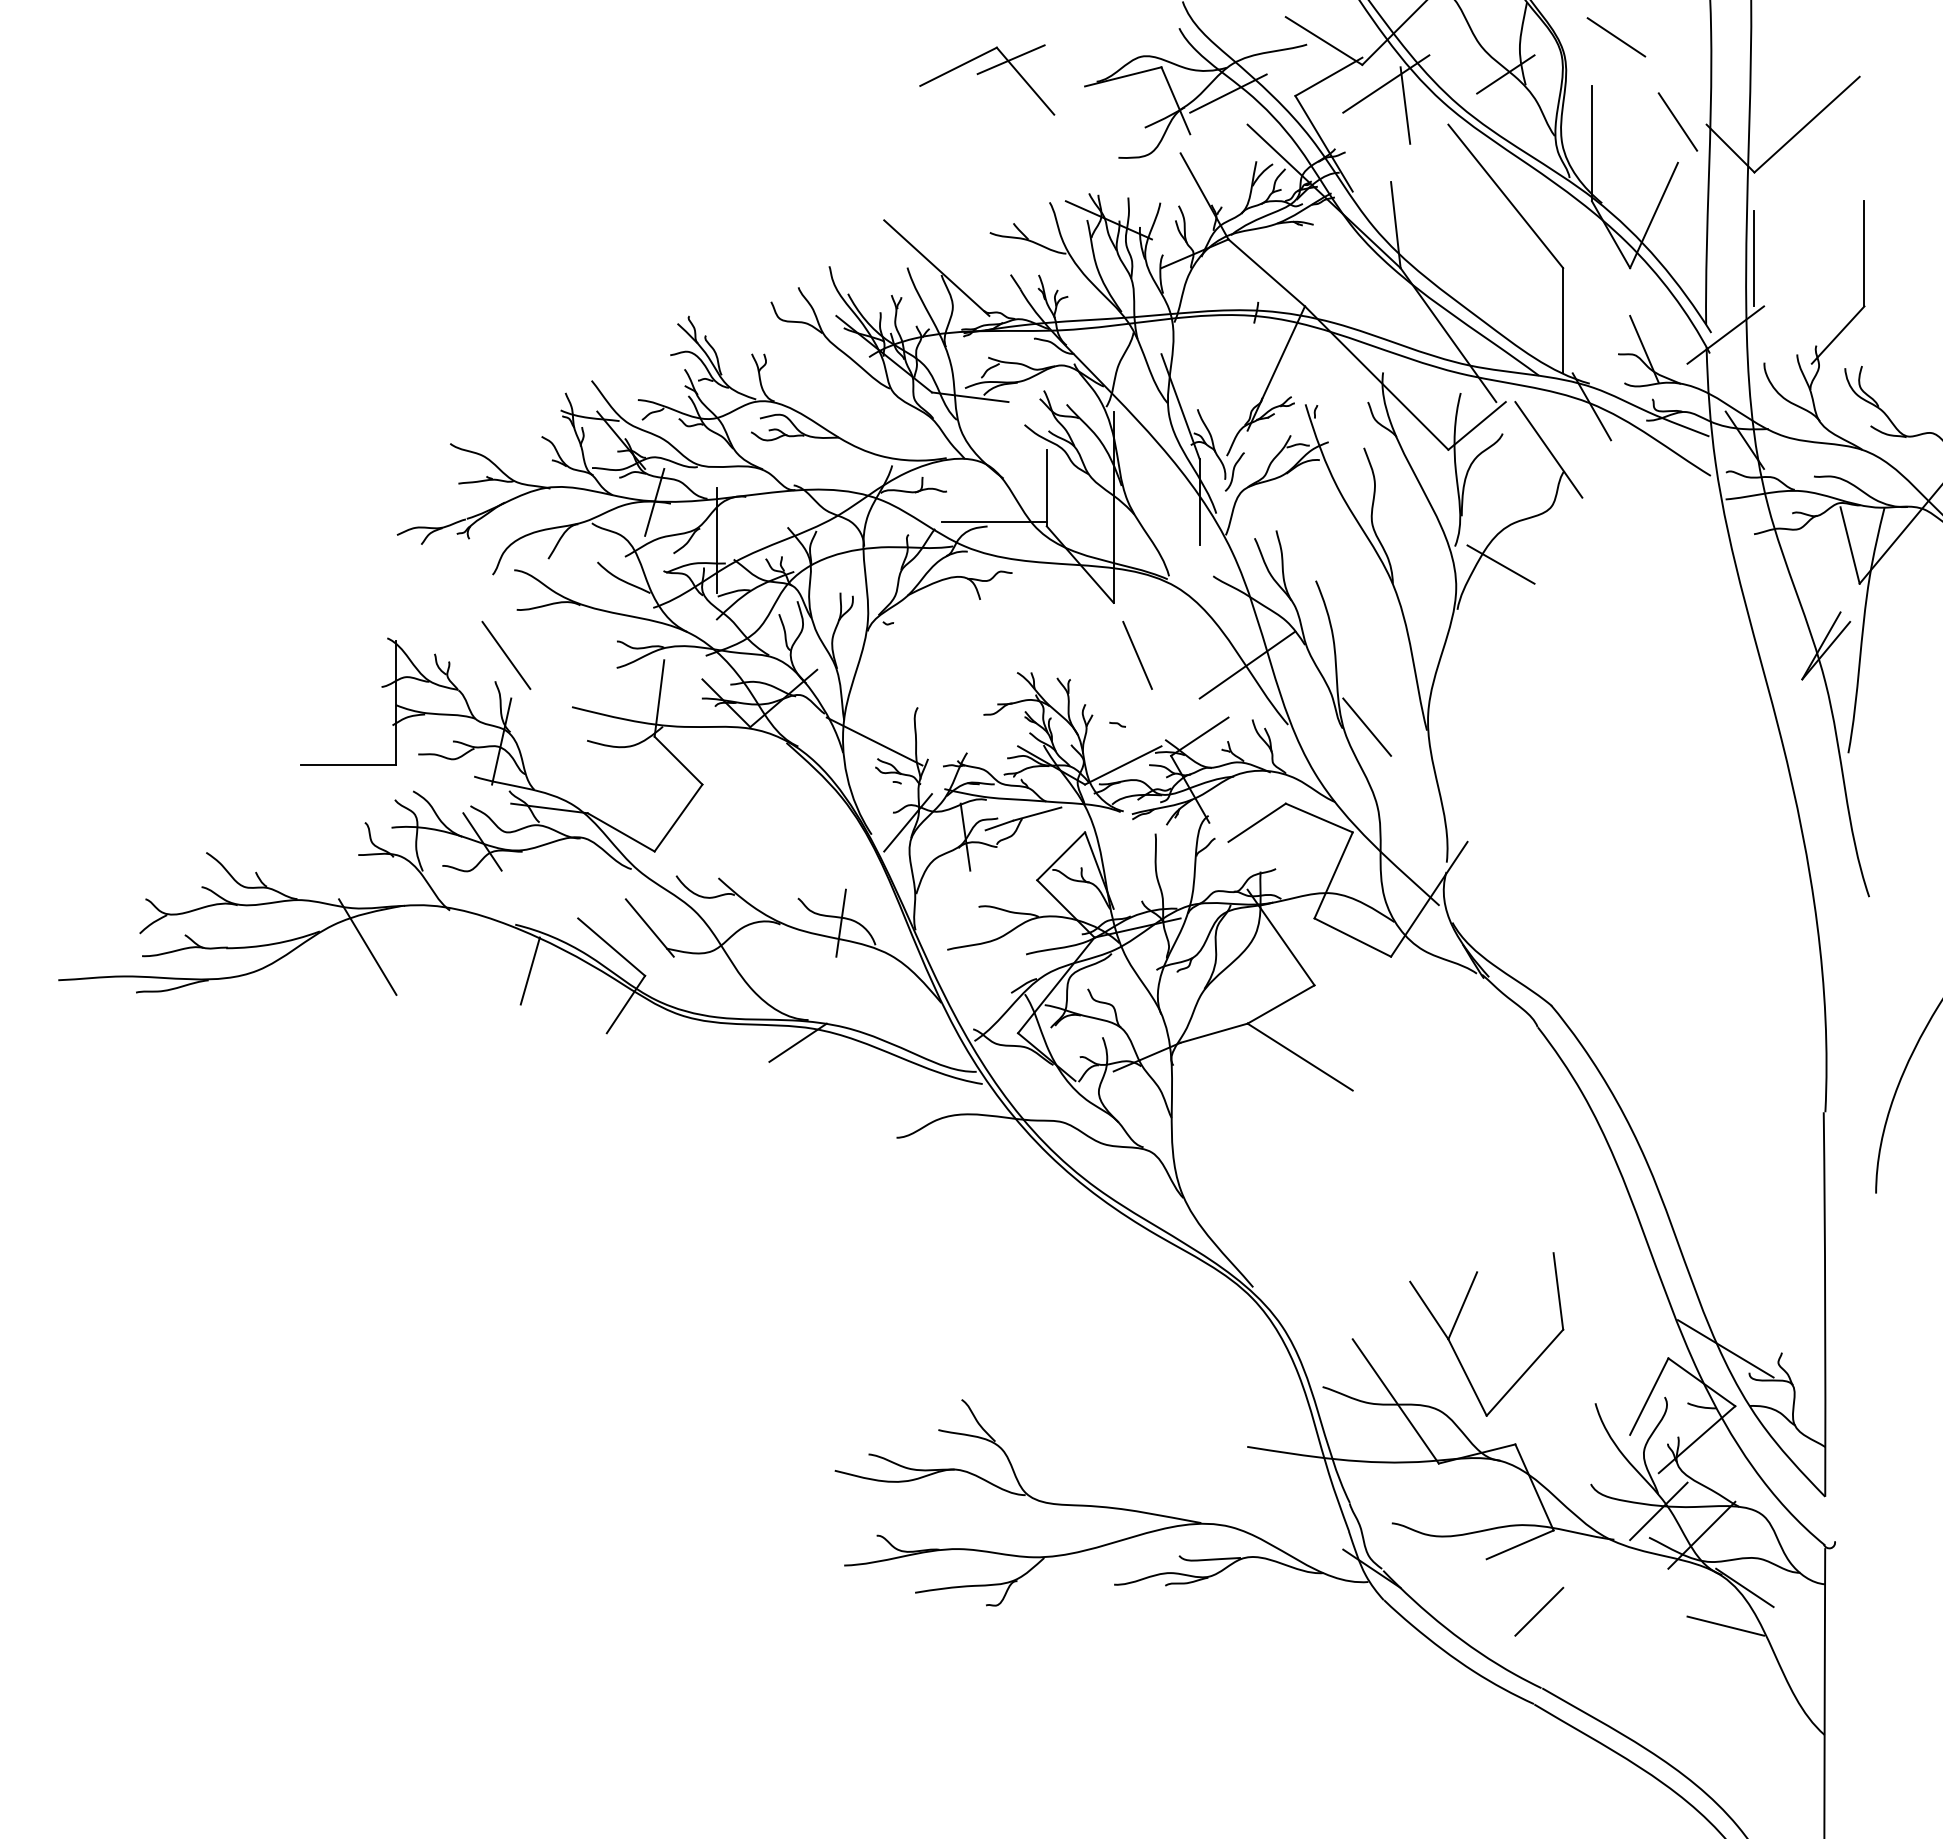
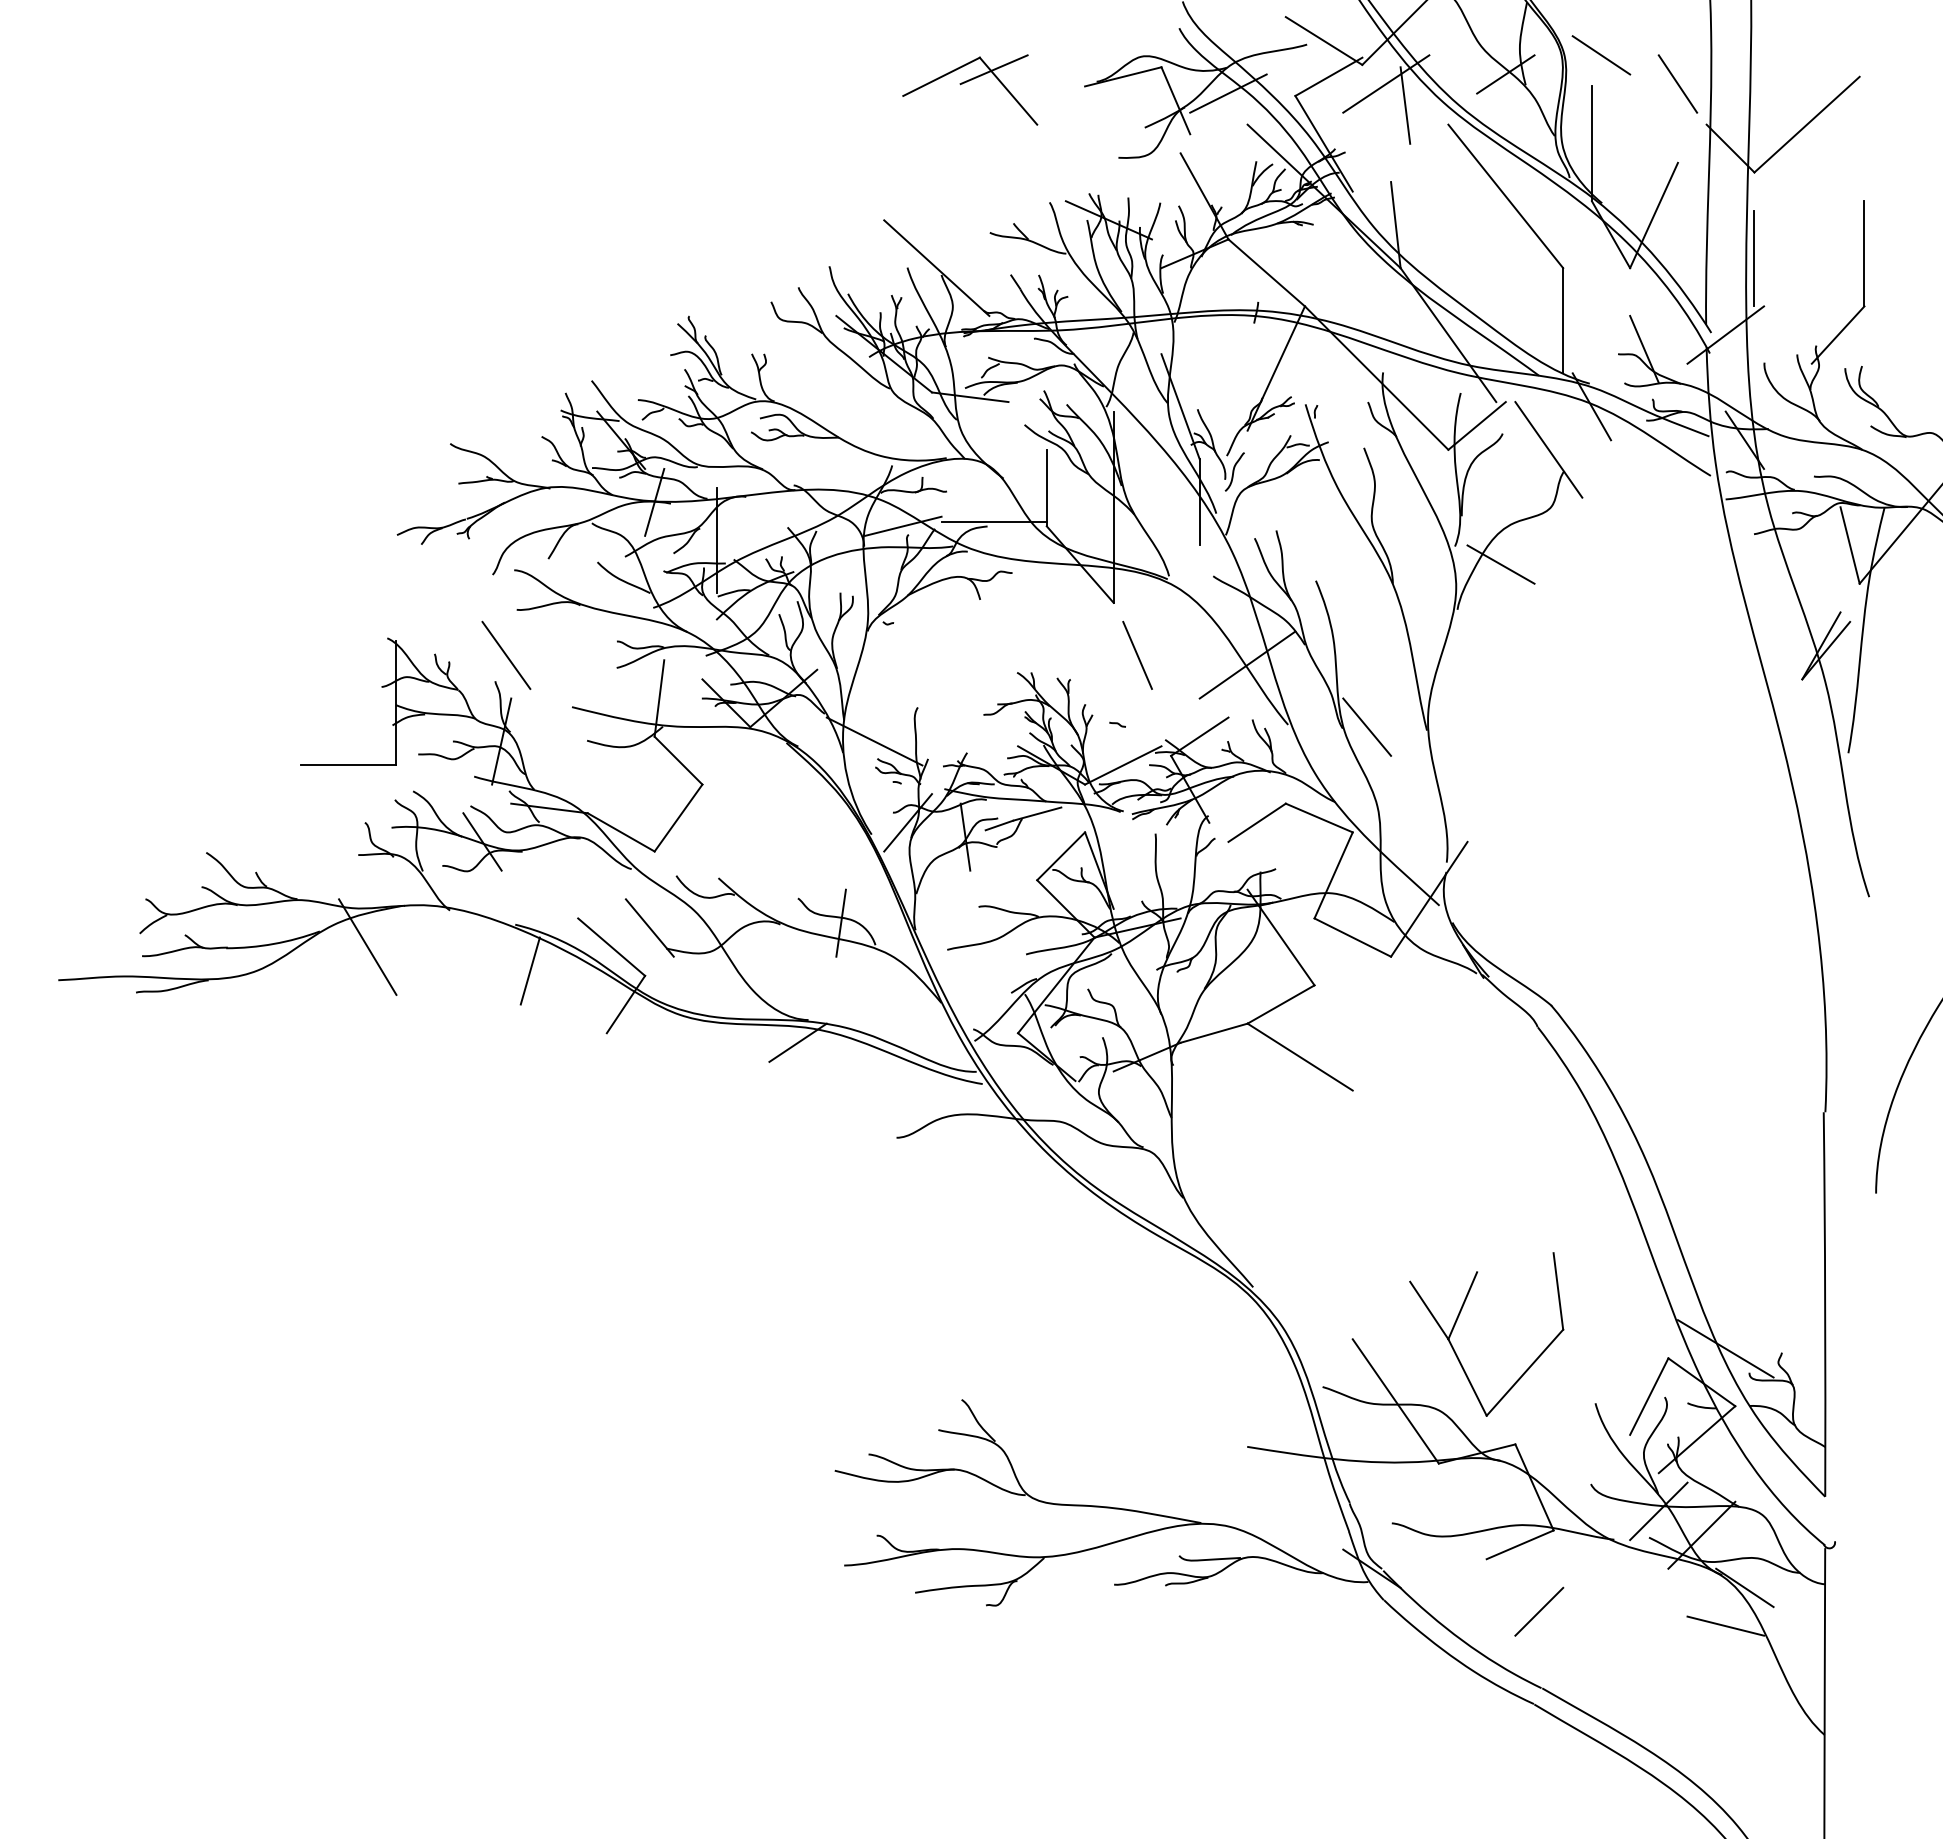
line at (1616, 37) position: (1616, 37) -> (1601, 55)
part at (984, 72) position: (984, 72) -> (967, 82)
line at (1677, 121) position: (1677, 121) -> (1677, 83)
line at (903, 525): none -> present
